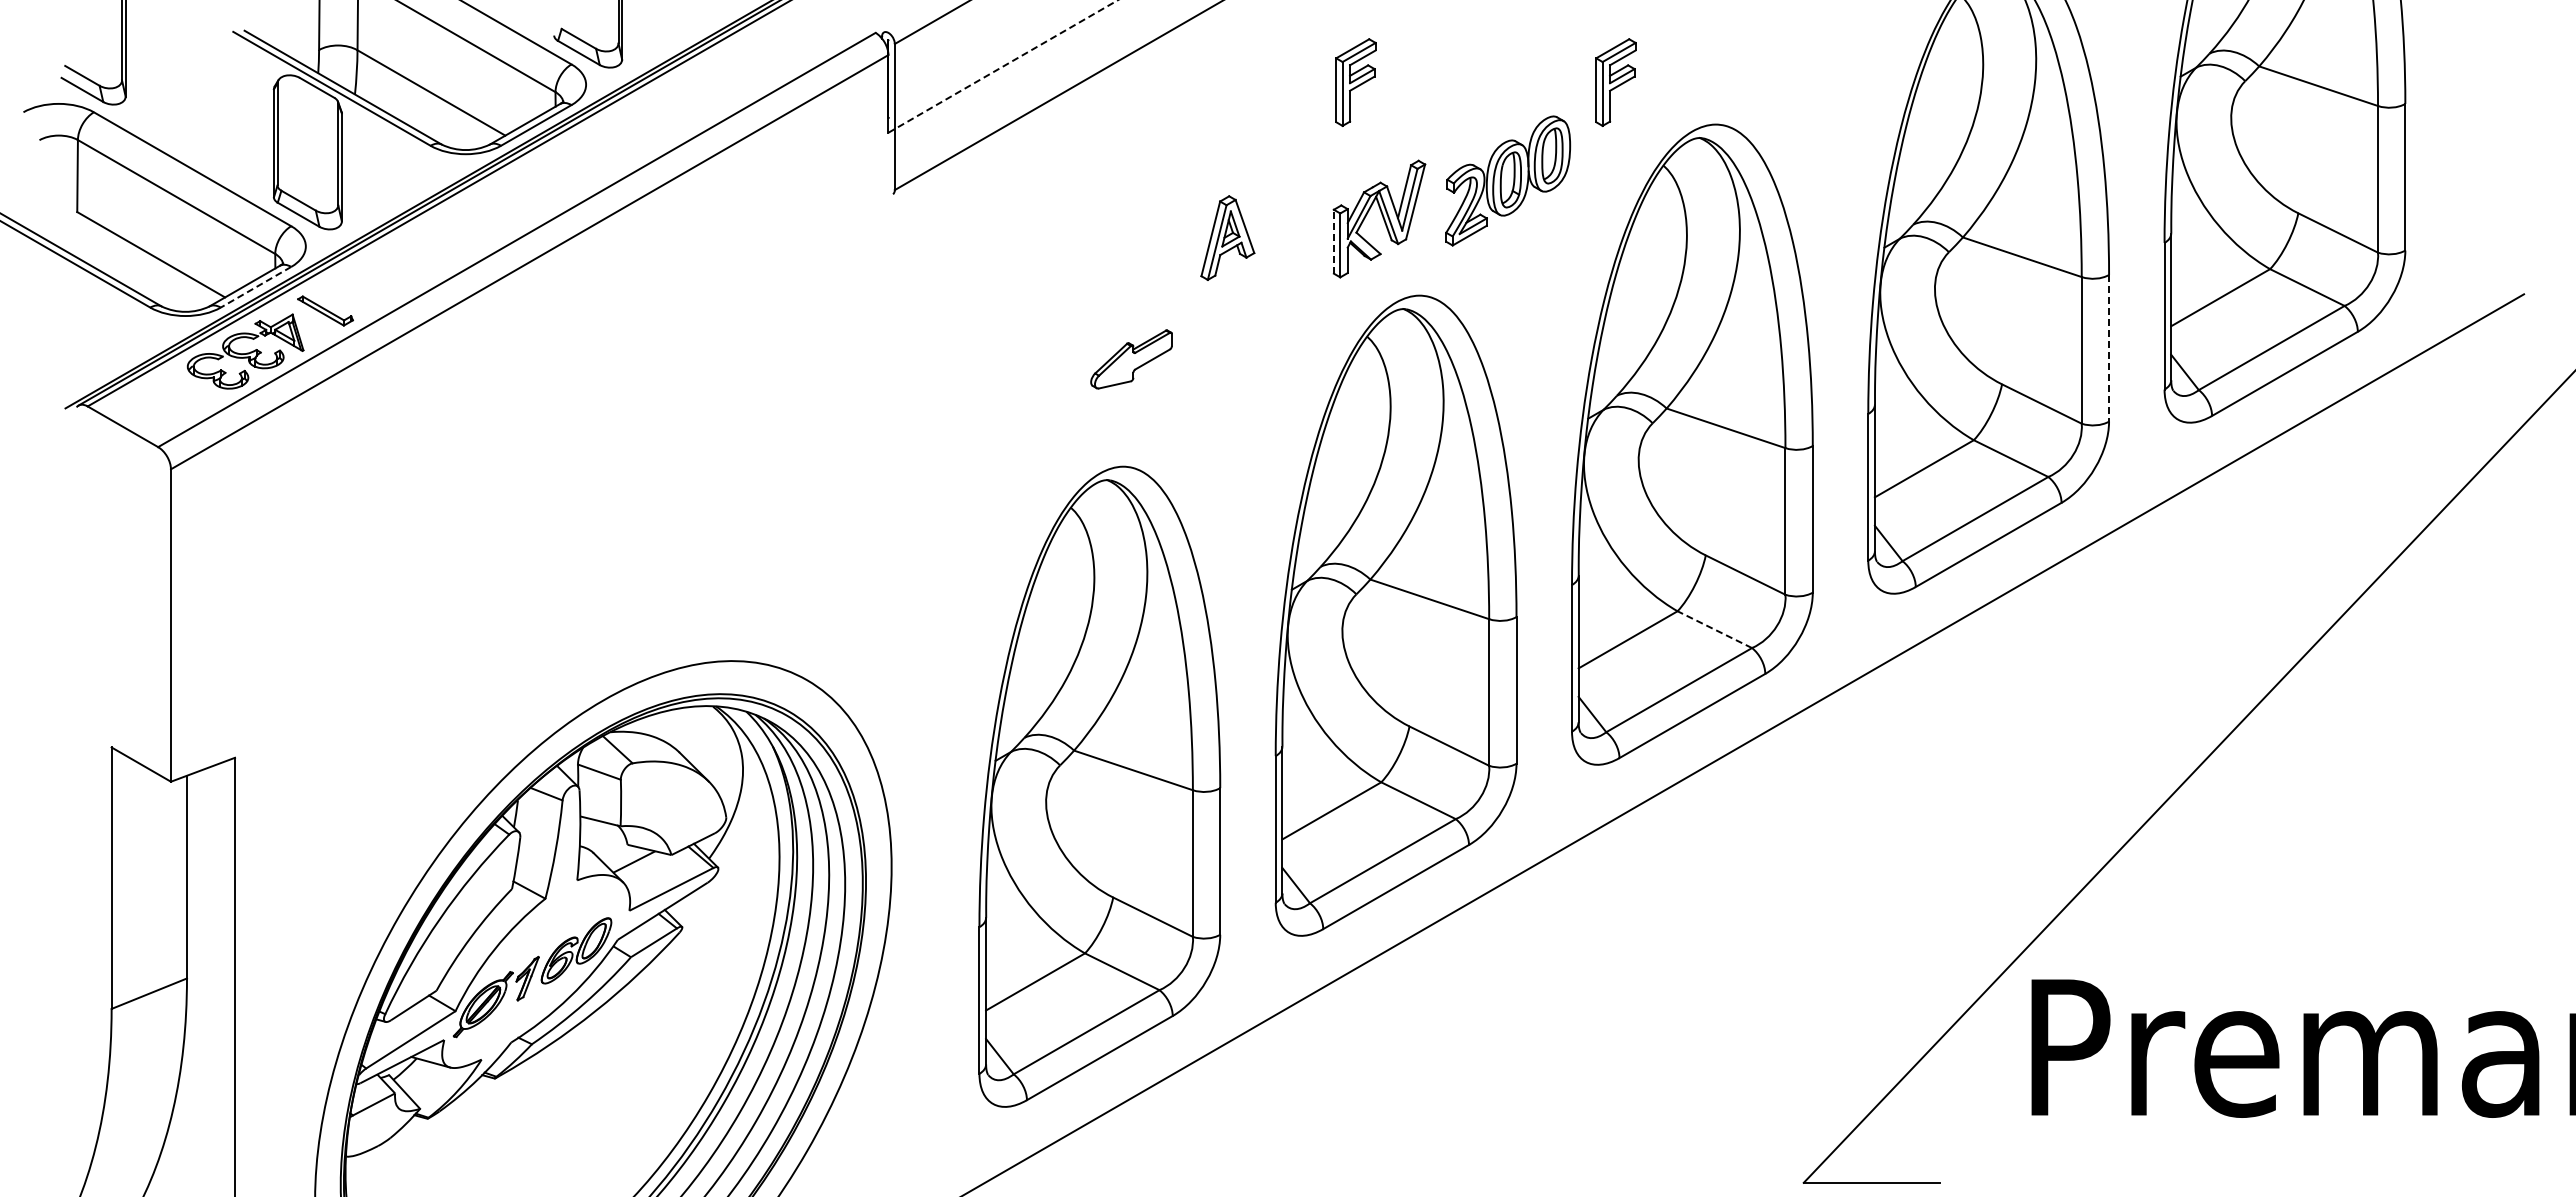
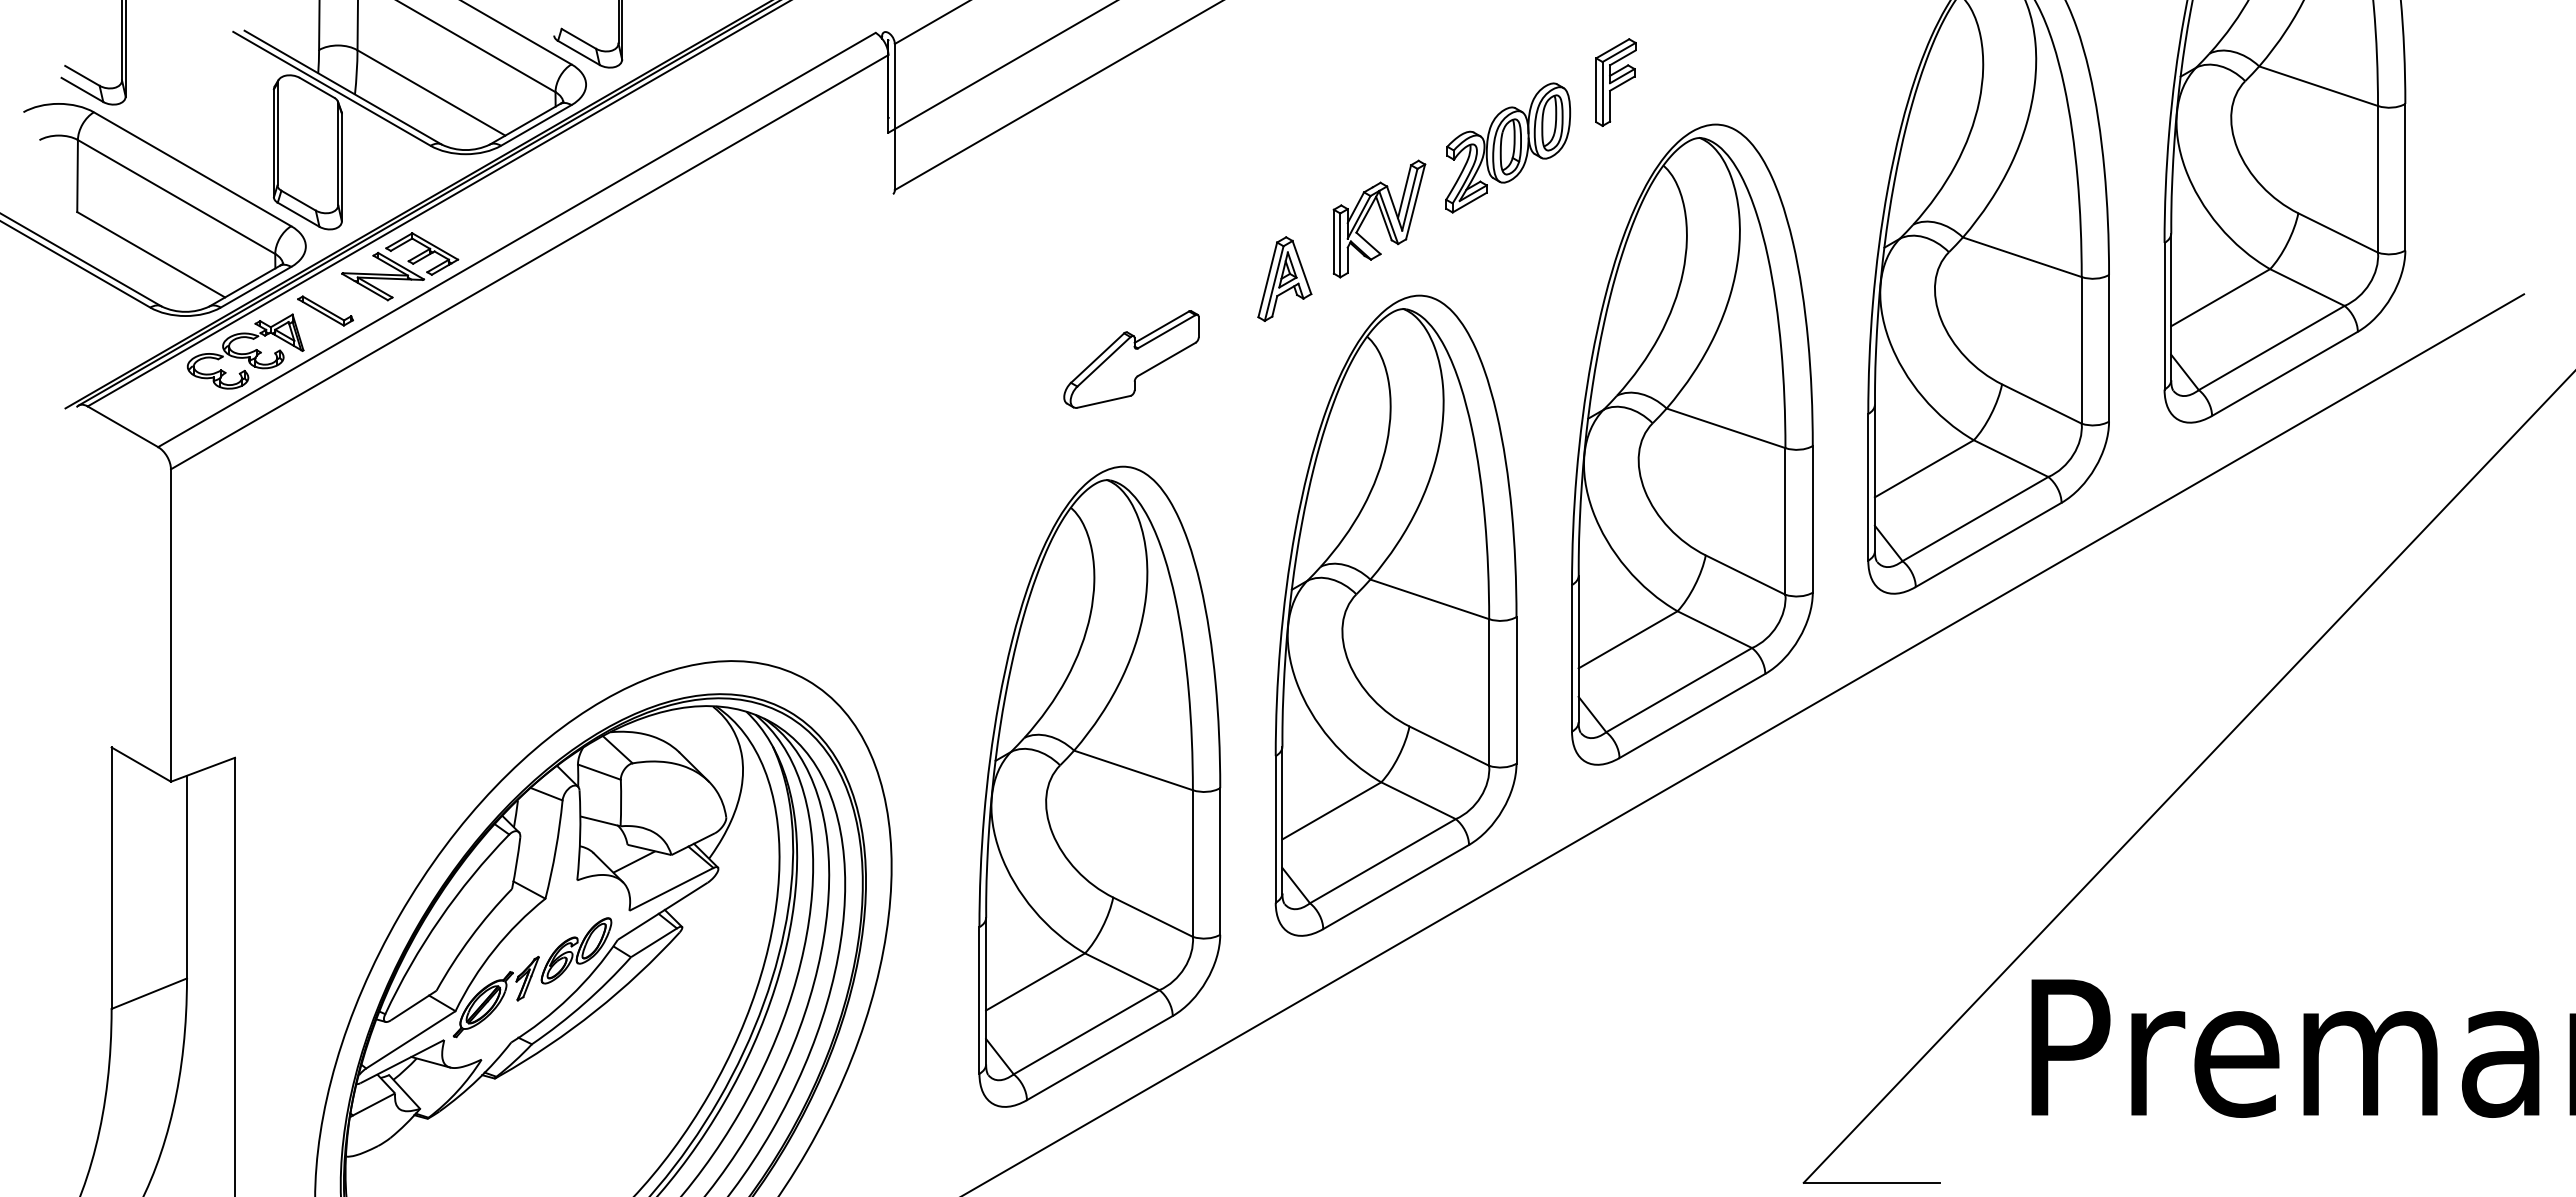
line at (1003, 66): dashed -> solid
part at (1355, 82): present -> none
part at (1508, 180) position: (1508, 180) -> (1508, 147)
part at (1227, 237) position: (1227, 237) -> (1284, 278)
line at (1333, 241): dashed -> solid
part at (400, 266): none -> present
line at (256, 287): dashed -> solid
line at (2109, 348): dashed -> solid
part at (1131, 359) size: 83x61 px -> 137x99 px
line at (1714, 629): dashed -> solid
